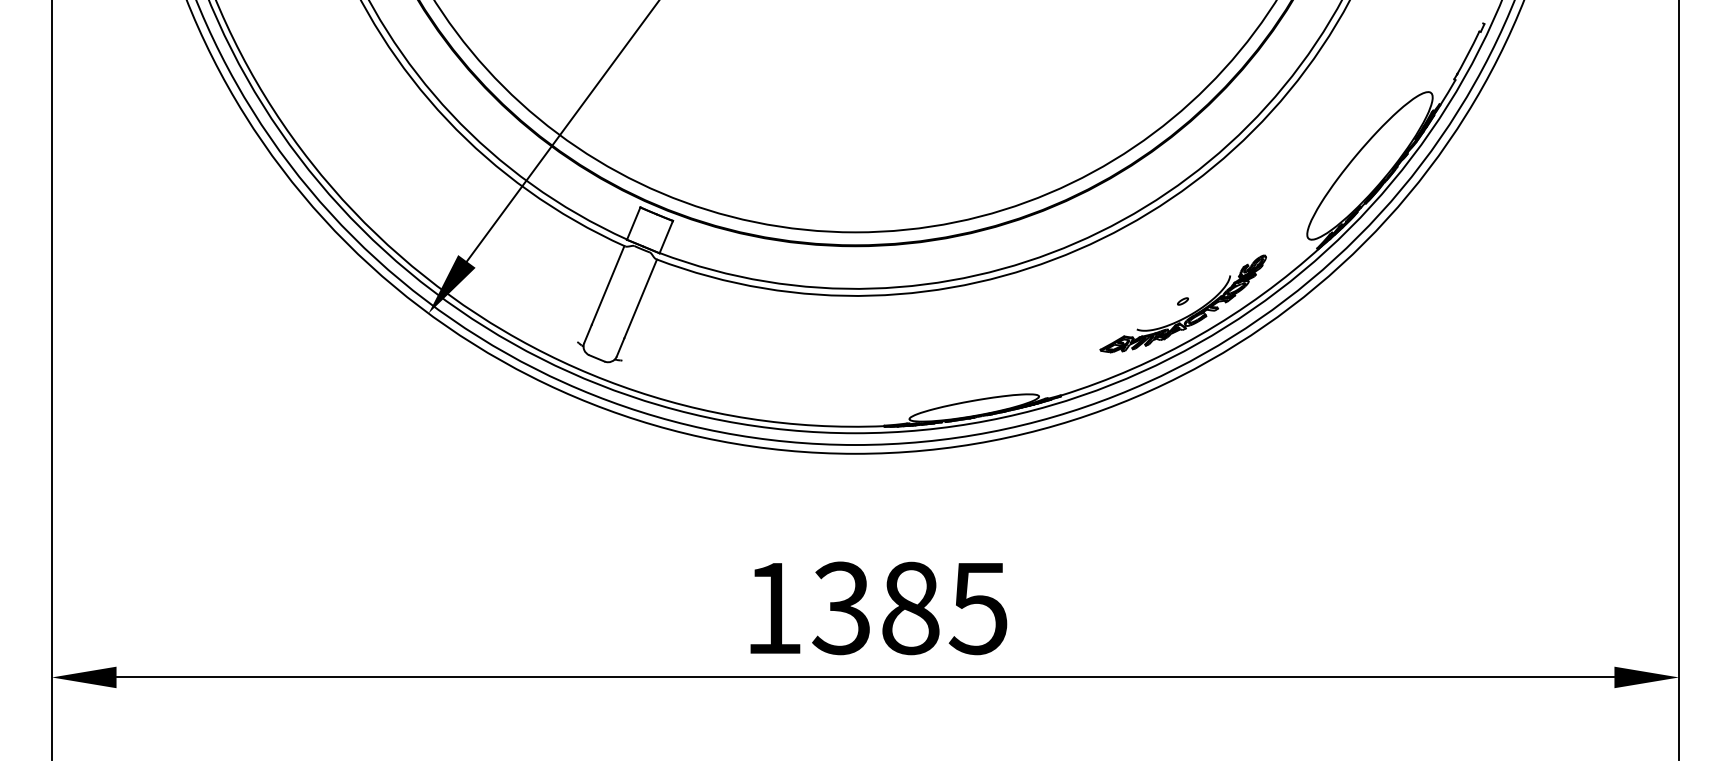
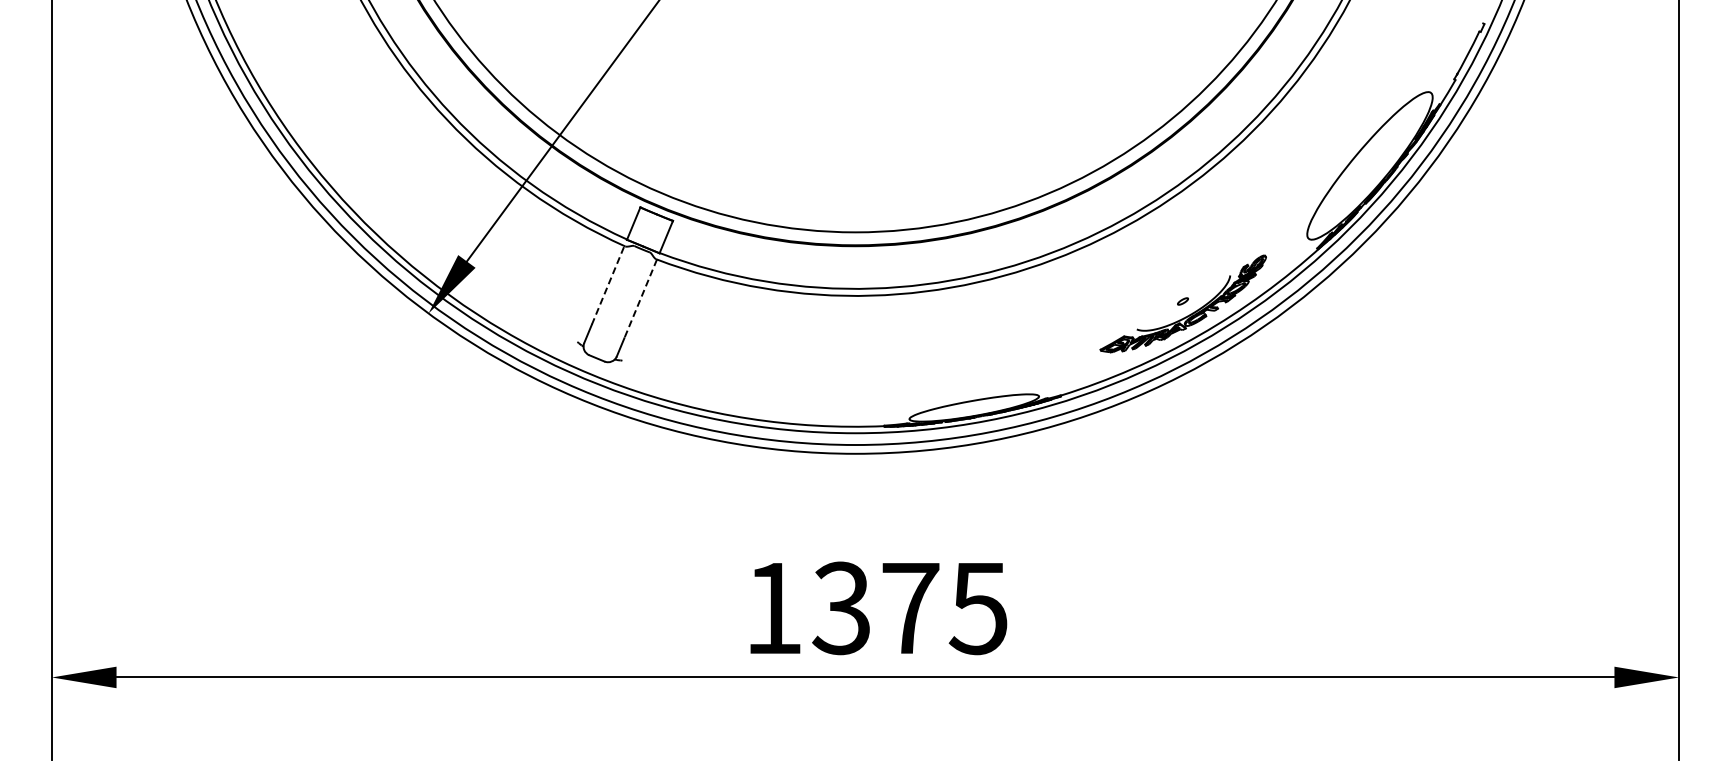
line at (608, 285): solid -> dashed
line at (640, 298): solid -> dashed
text at (910, 608): 1385 -> 1375
